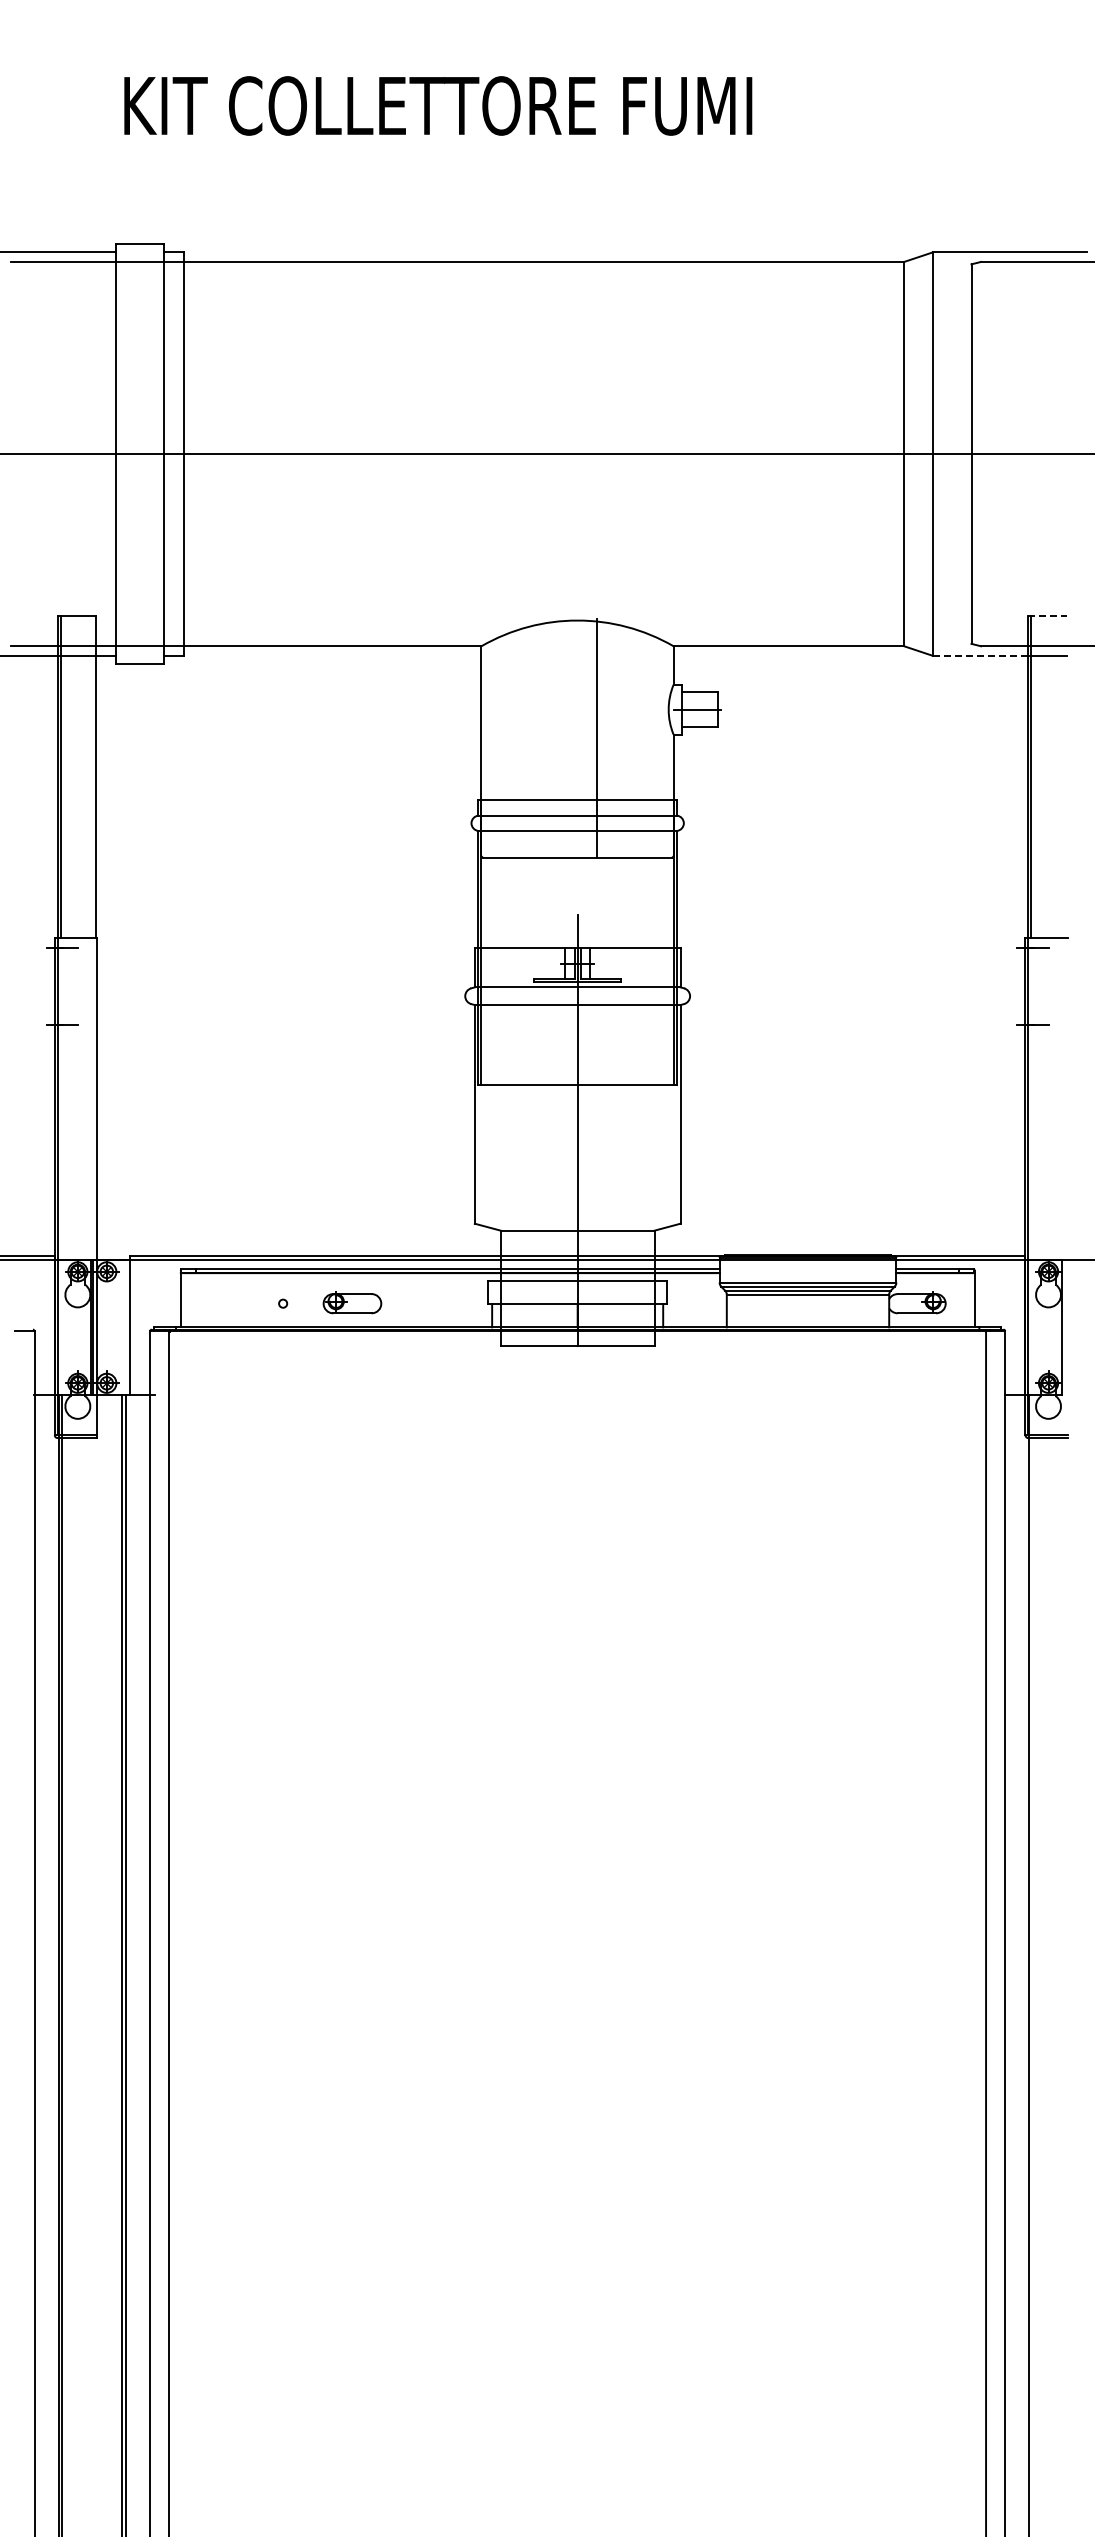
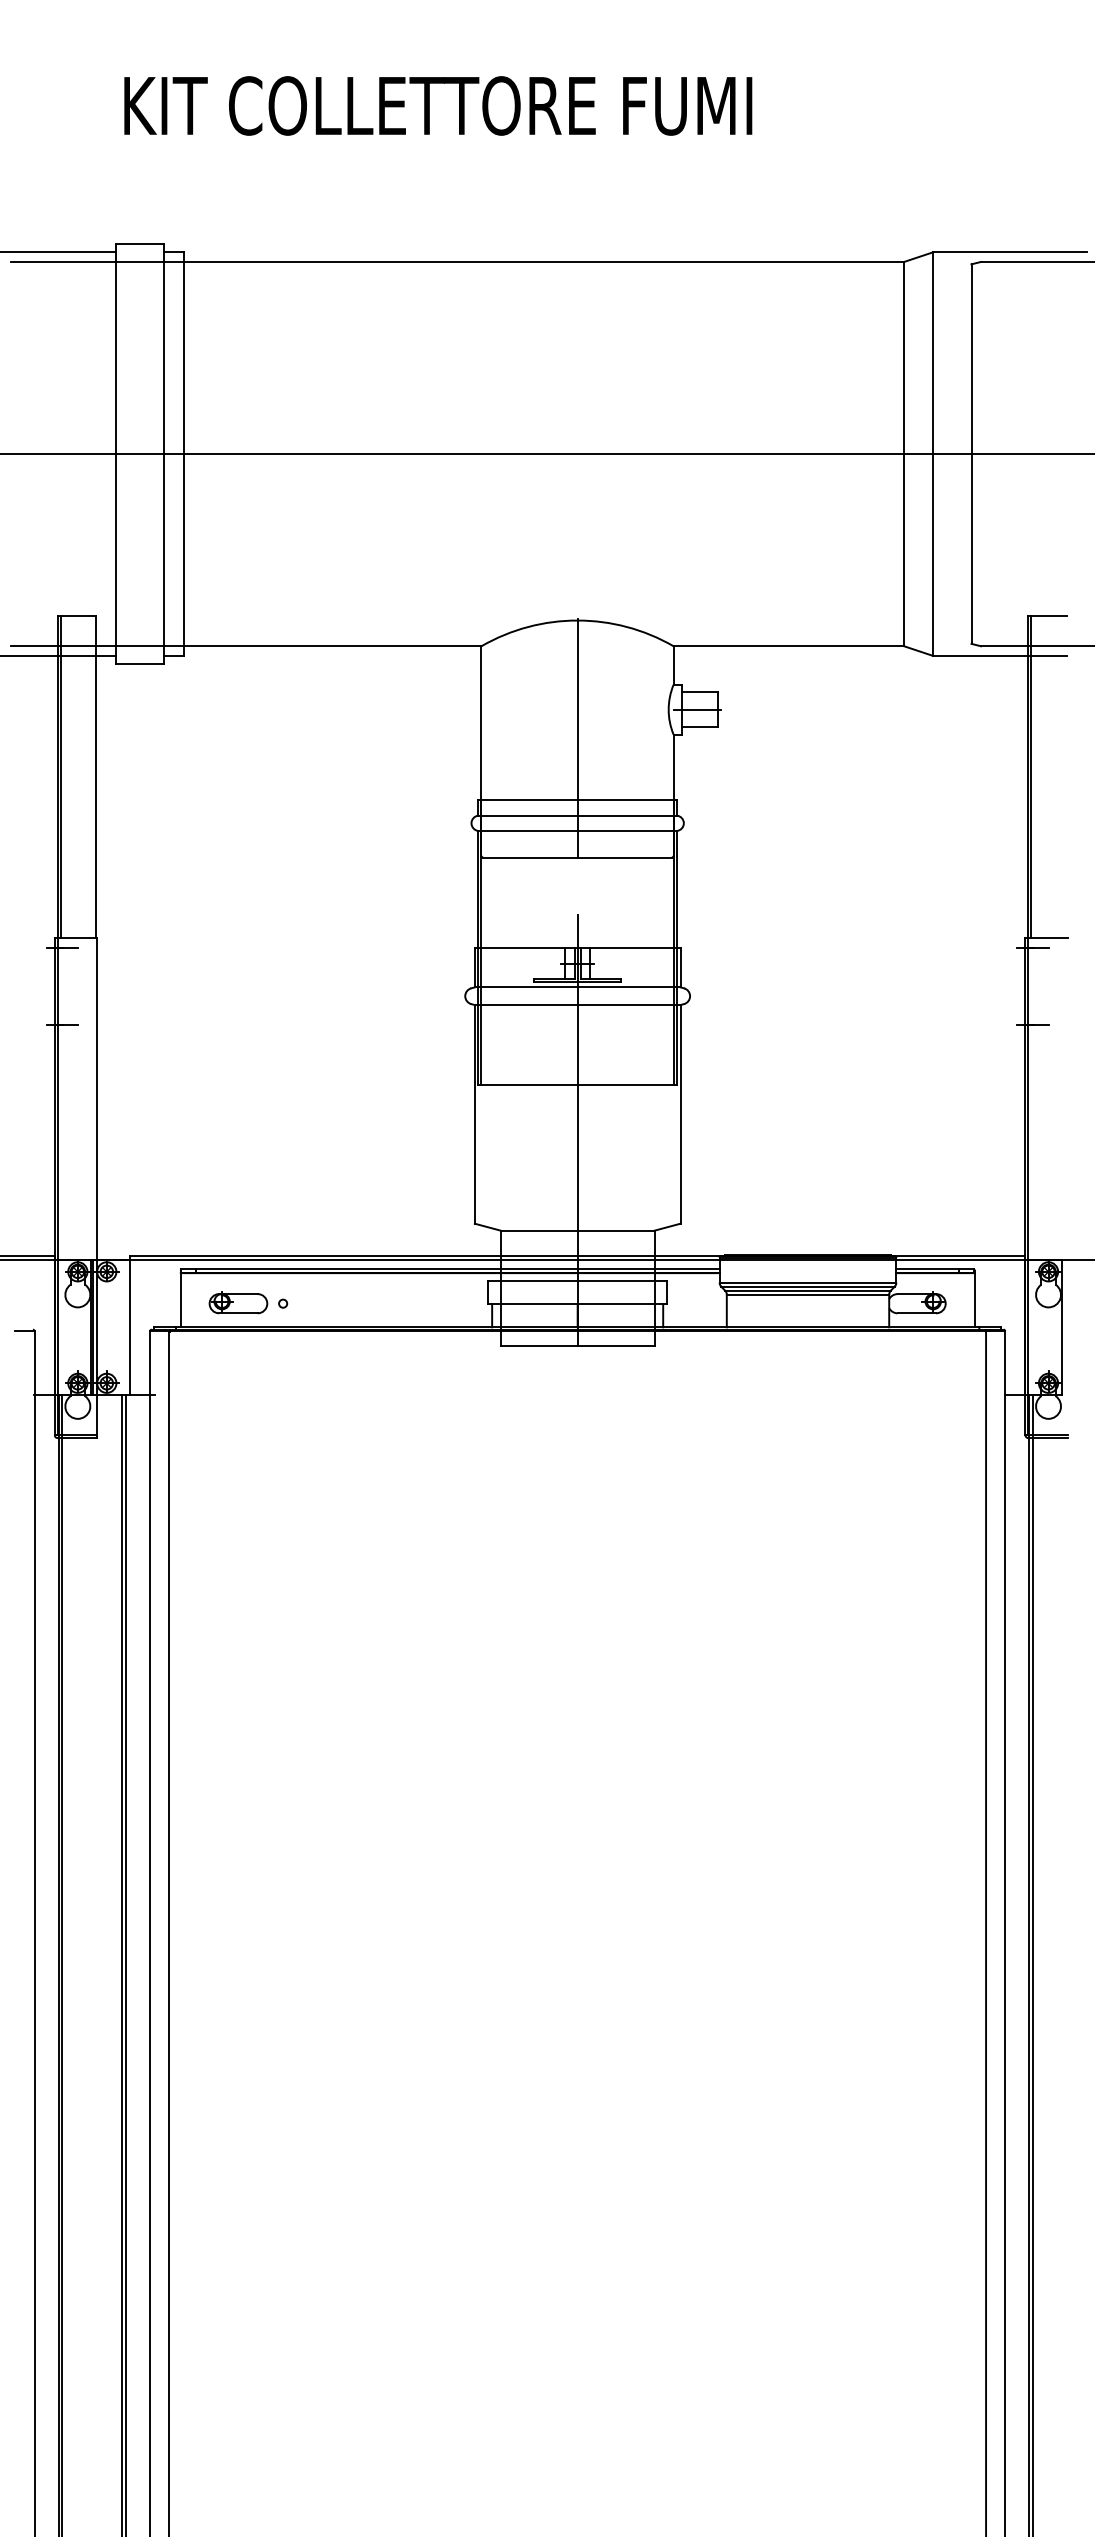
line at (1048, 616): dashed -> solid
line at (980, 655): dashed -> solid
line at (596, 738) position: (596, 738) -> (577, 738)
part at (352, 1302) position: (352, 1302) -> (238, 1302)
line at (1033, 1963): none -> present
